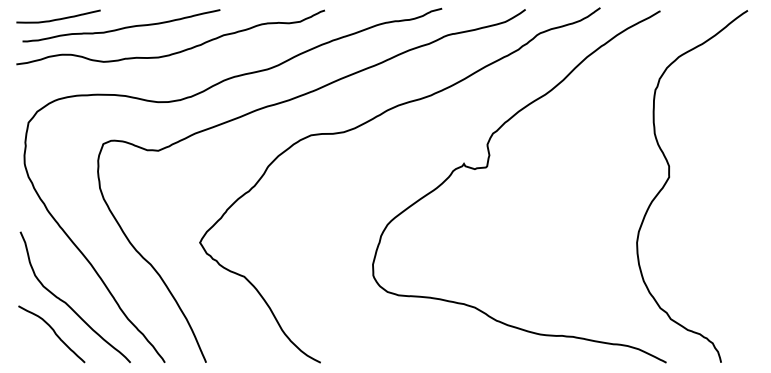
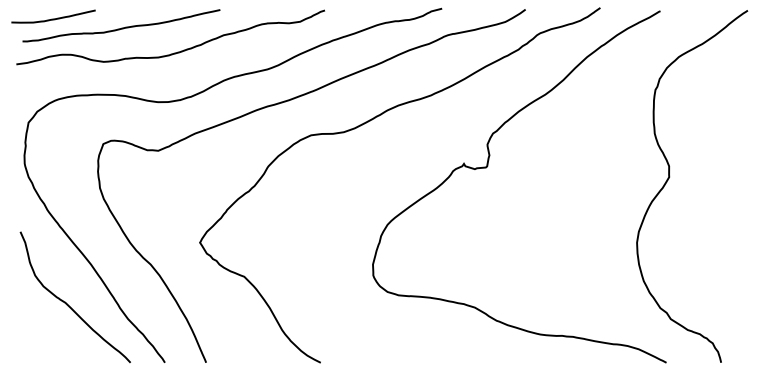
curve at (58, 18) position: (58, 18) -> (53, 18)
curve at (53, 332): present -> none
